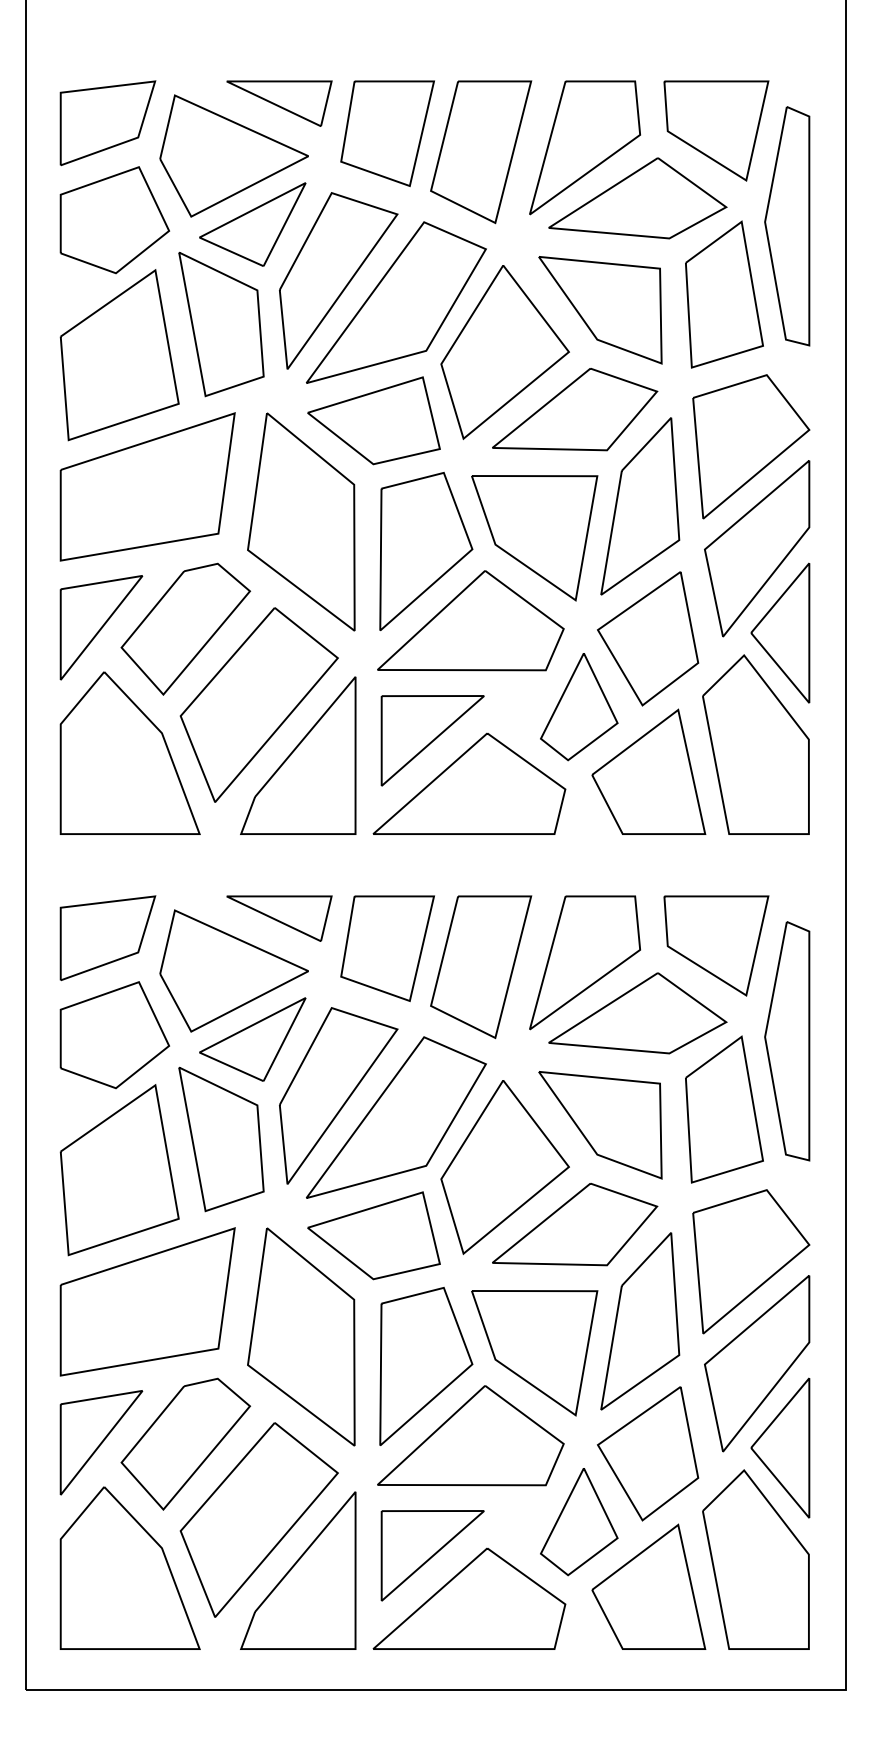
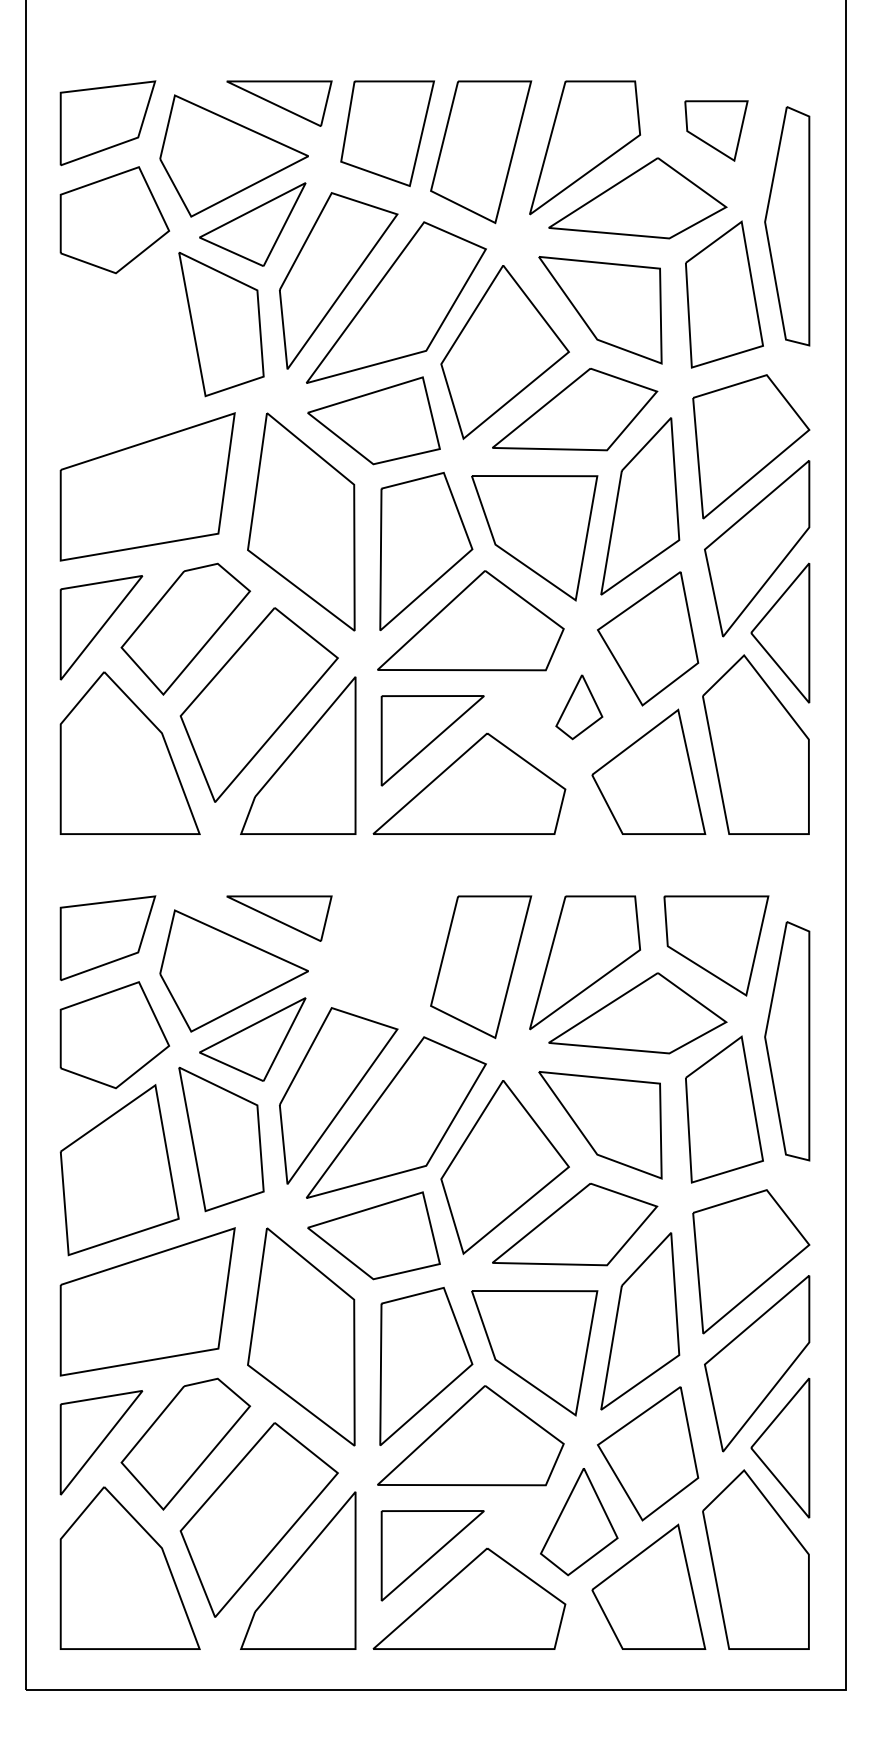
part at (716, 130) size: 107x102 px -> 65x62 px
part at (119, 355): present -> none
part at (579, 707) size: 79x109 px -> 49x67 px
part at (387, 948): present -> none
